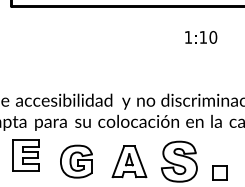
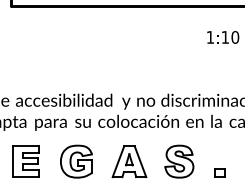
text at (201, 37) position: (201, 37) -> (223, 37)
part at (25, 155) position: (25, 155) -> (25, 161)
part at (179, 161) size: 37x43 px -> 31x35 px
part at (219, 172) size: 16x16 px -> 12x10 px
